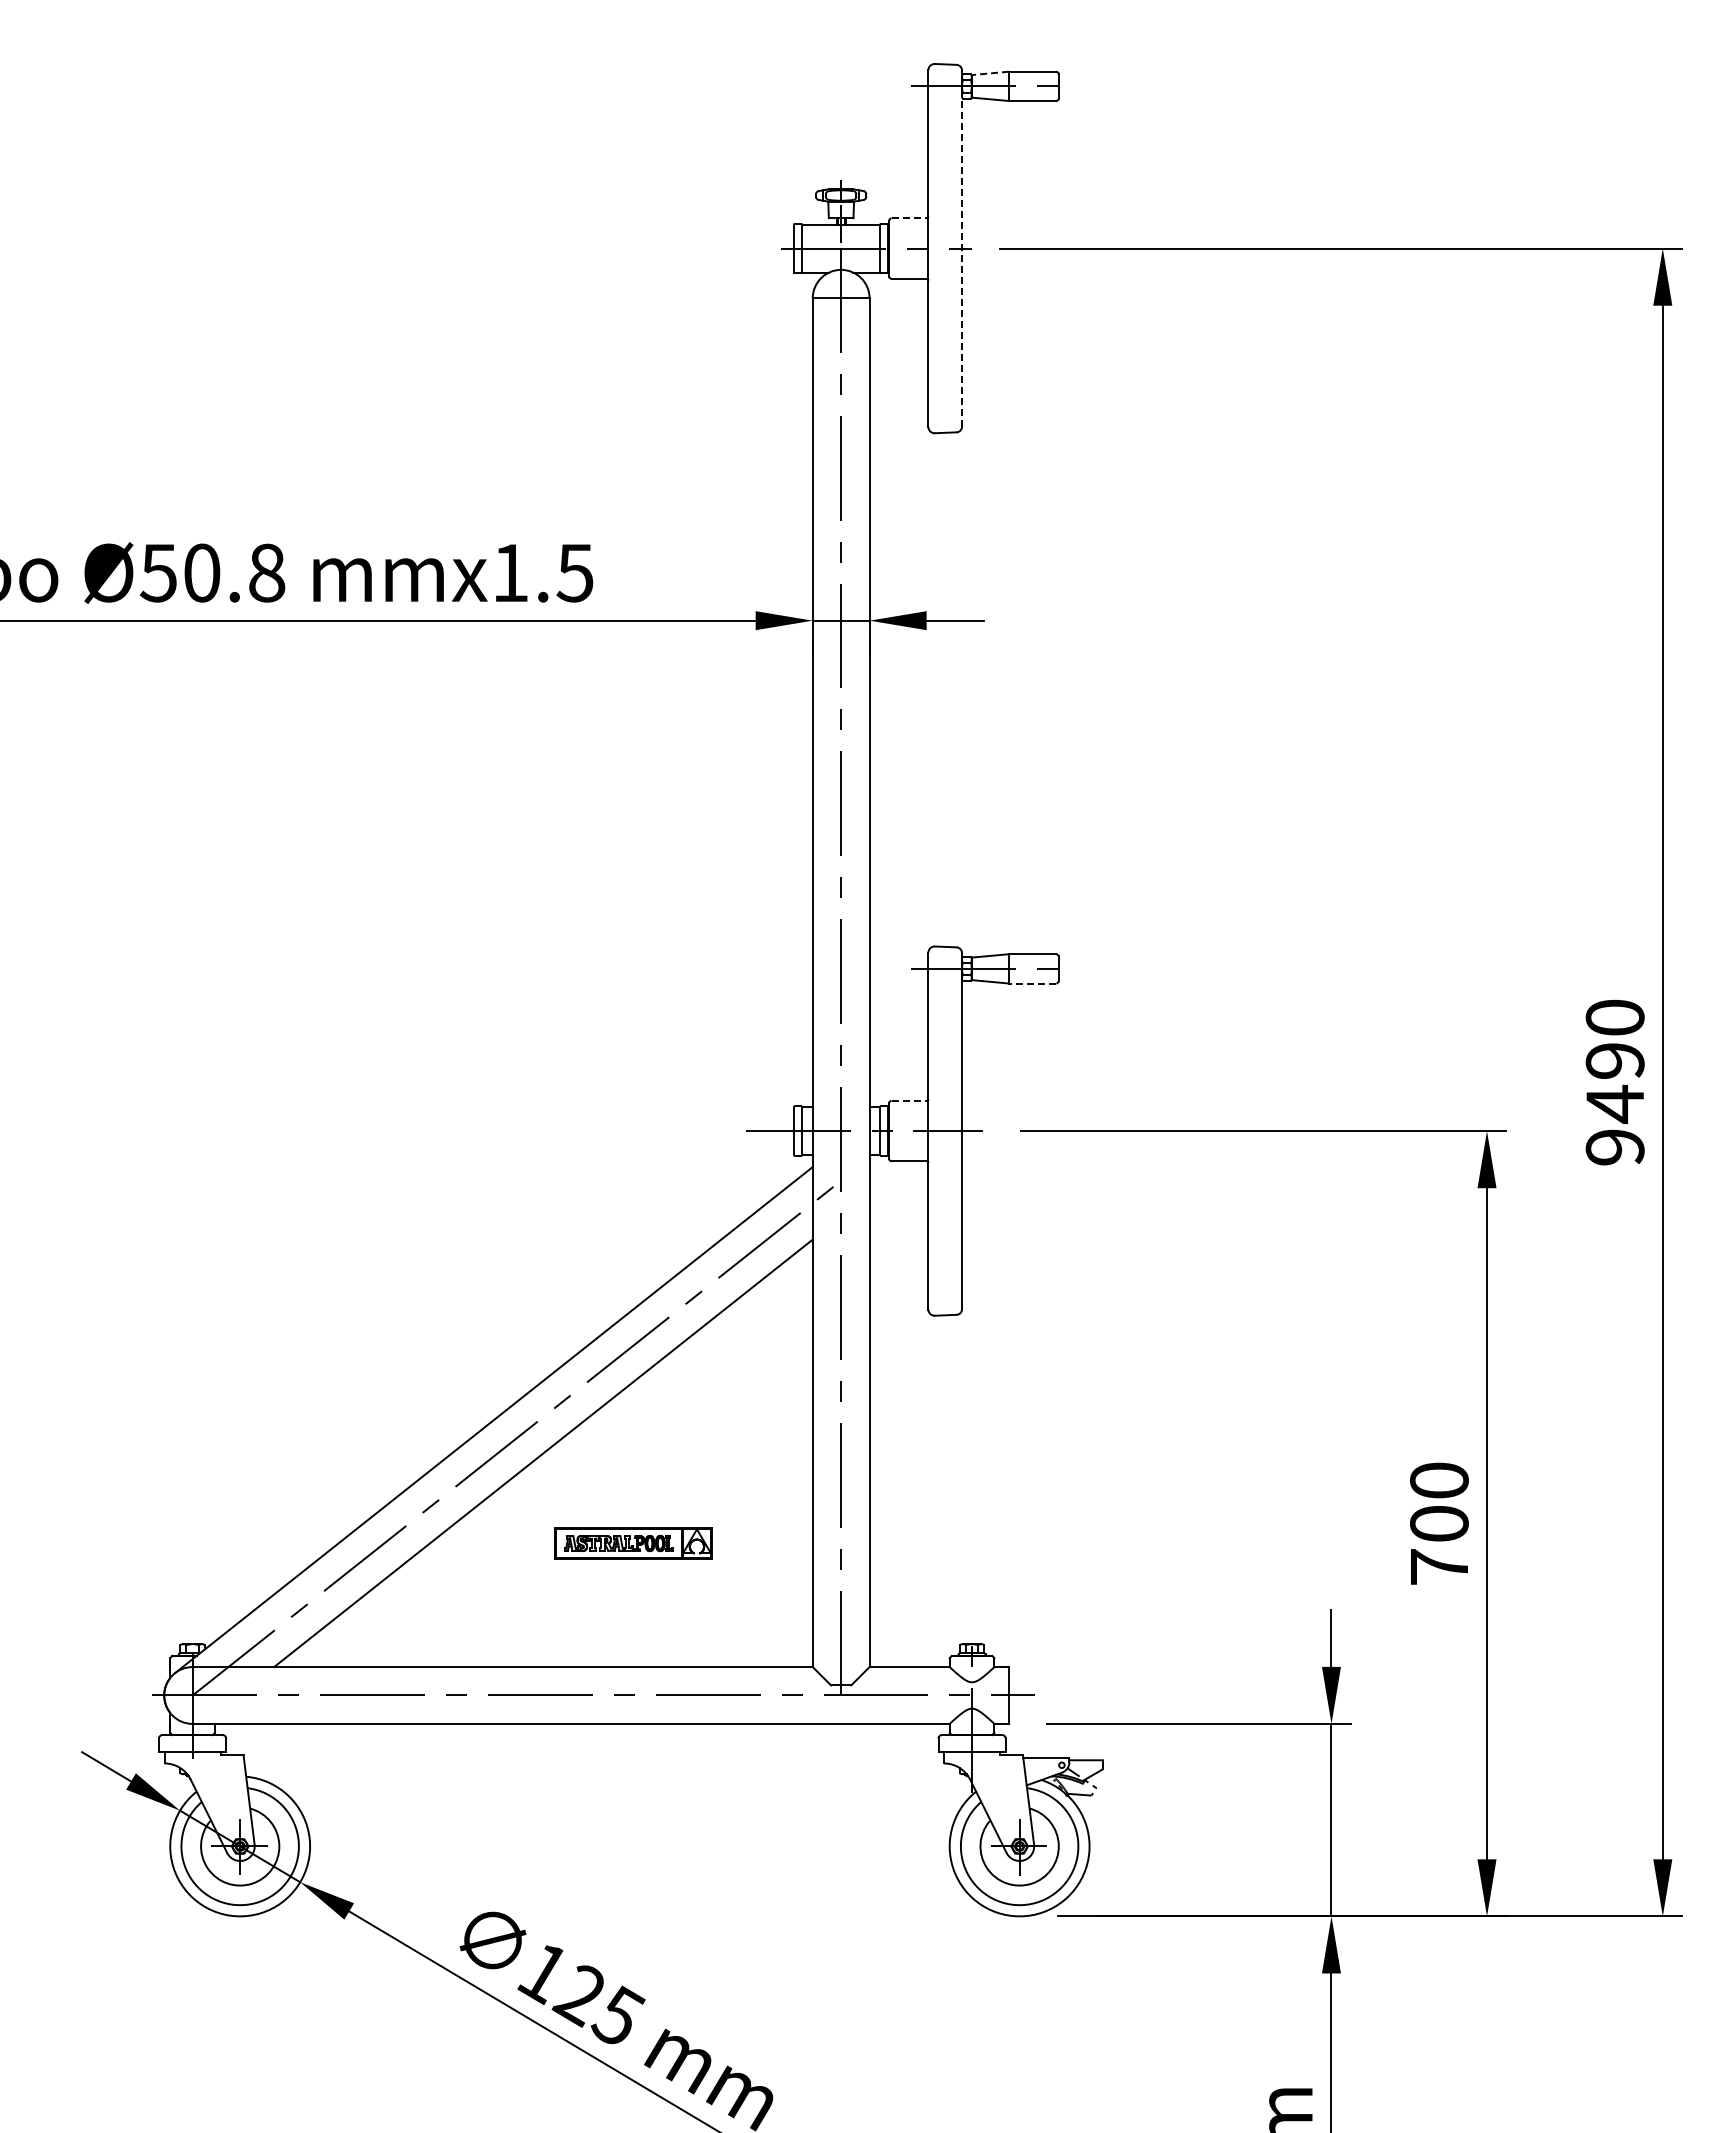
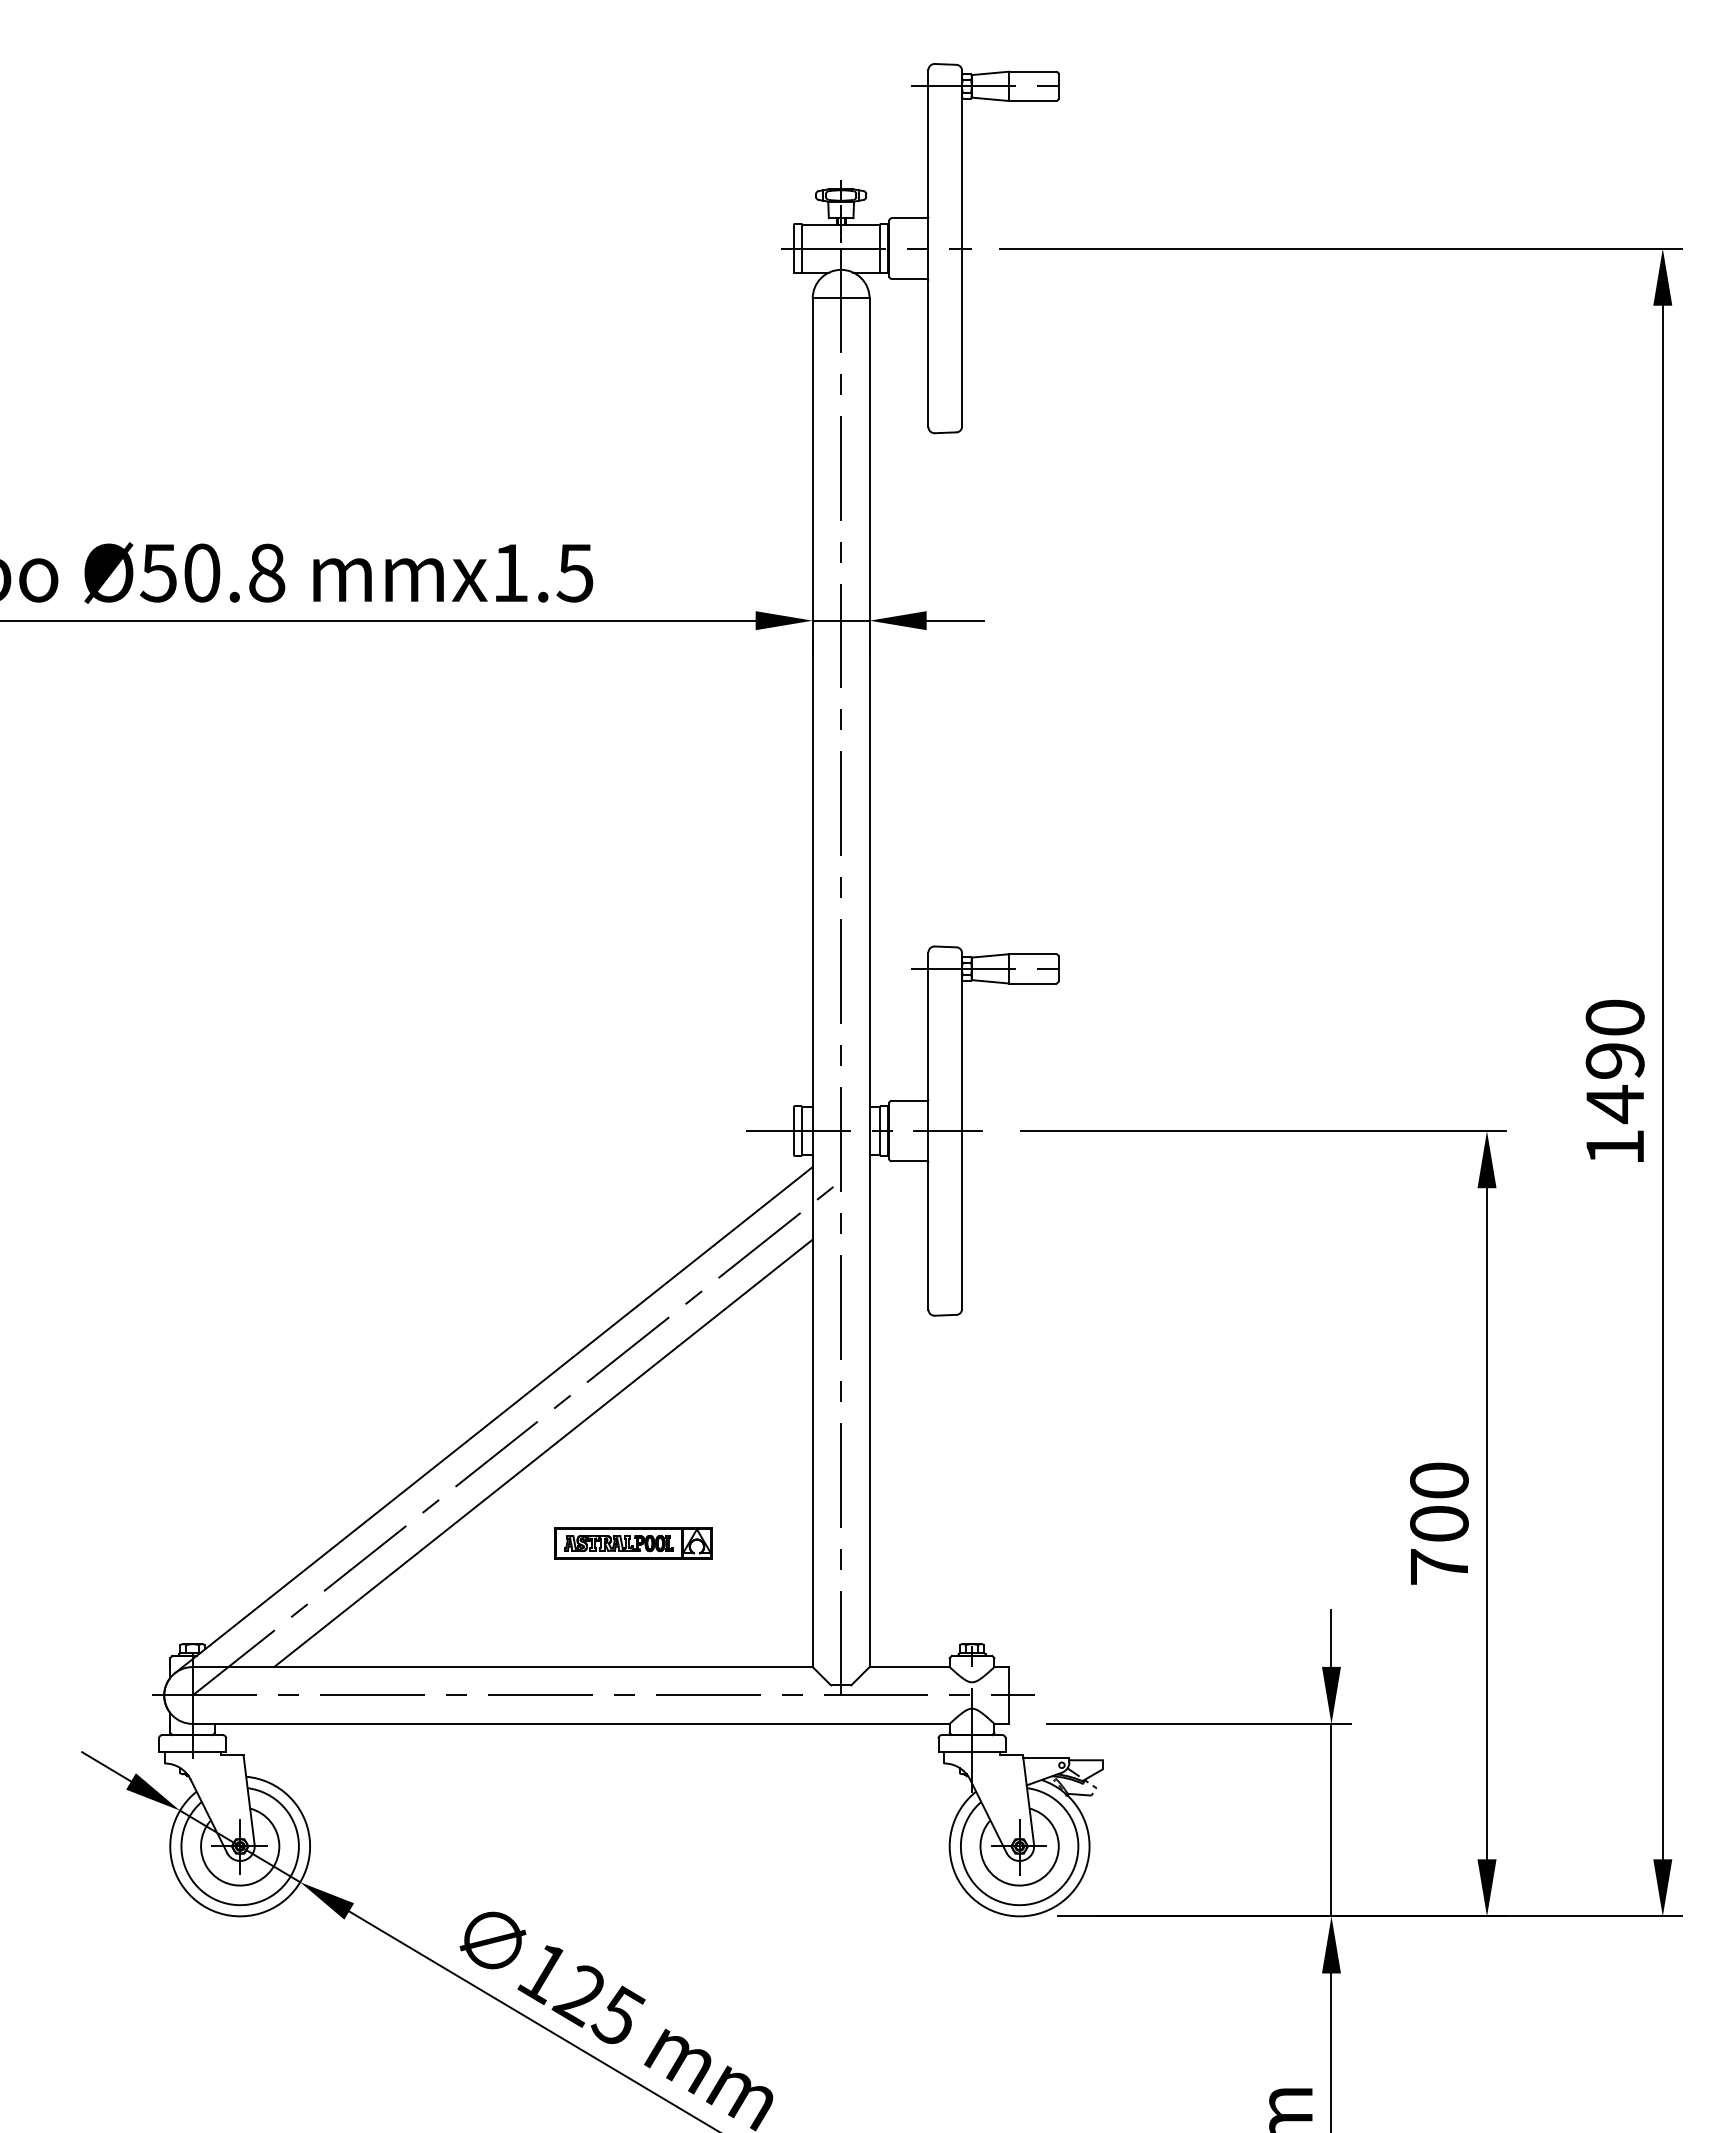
line at (990, 73): dashed -> solid
line at (909, 218): dashed -> solid
line at (962, 248): dashed -> solid
line at (1032, 983): dashed -> solid
line at (909, 1100): dashed -> solid
text at (1614, 1147): 9490 -> 1490
